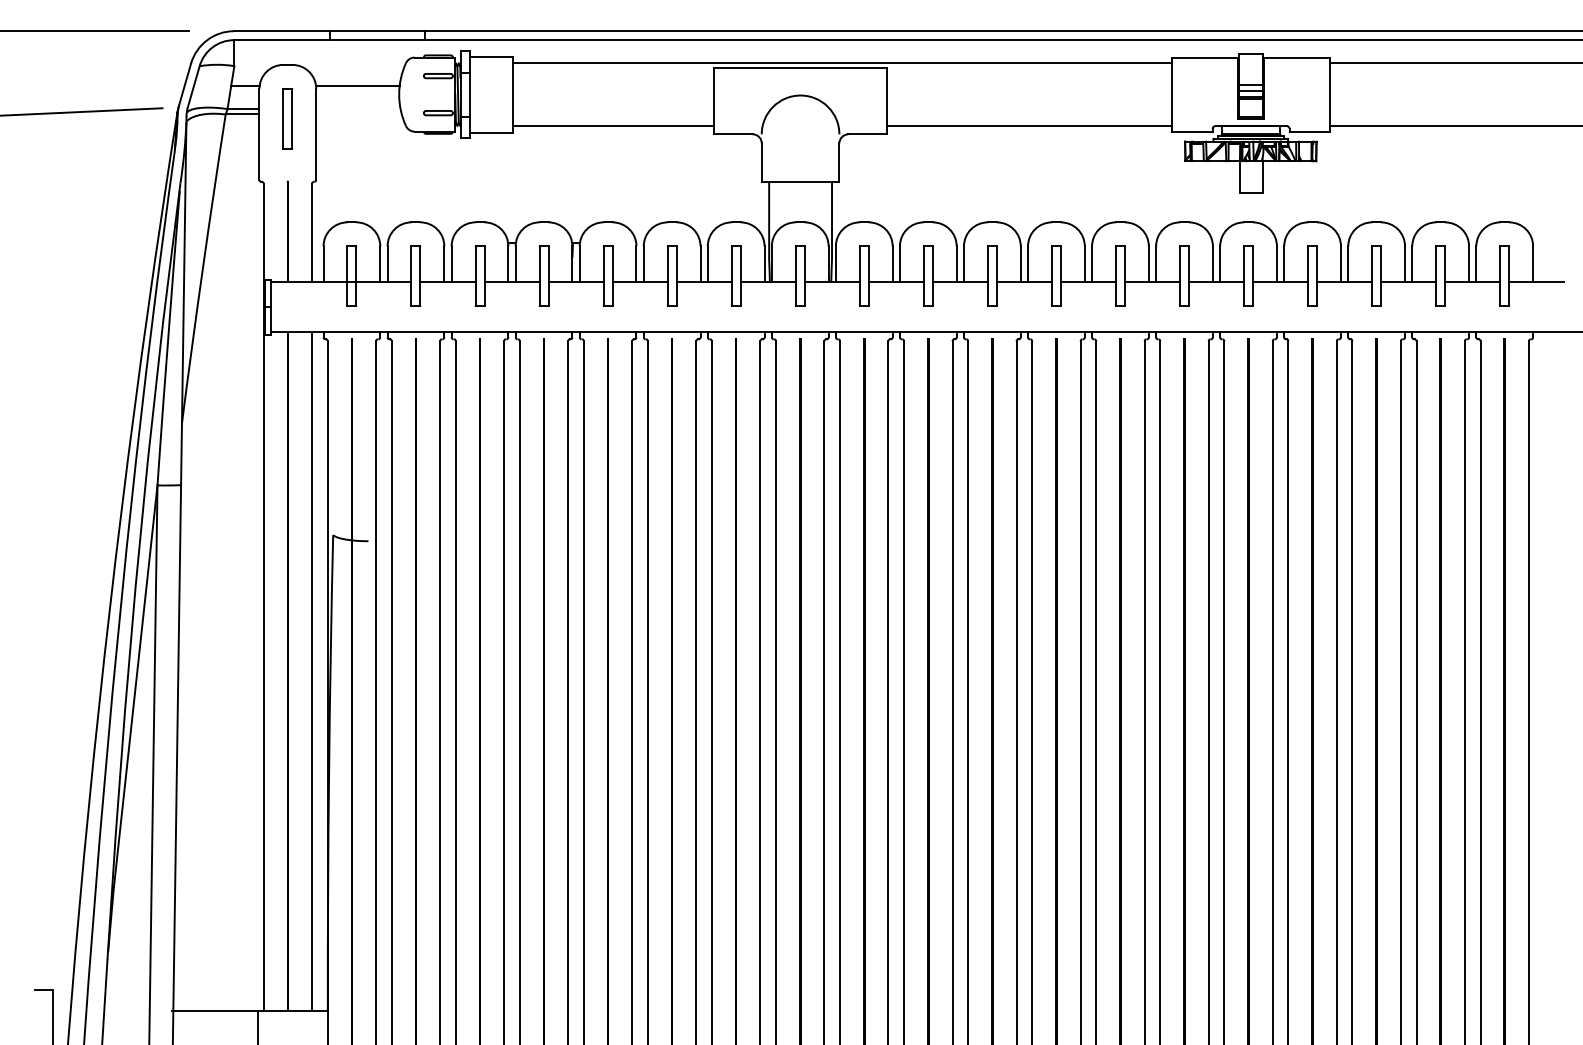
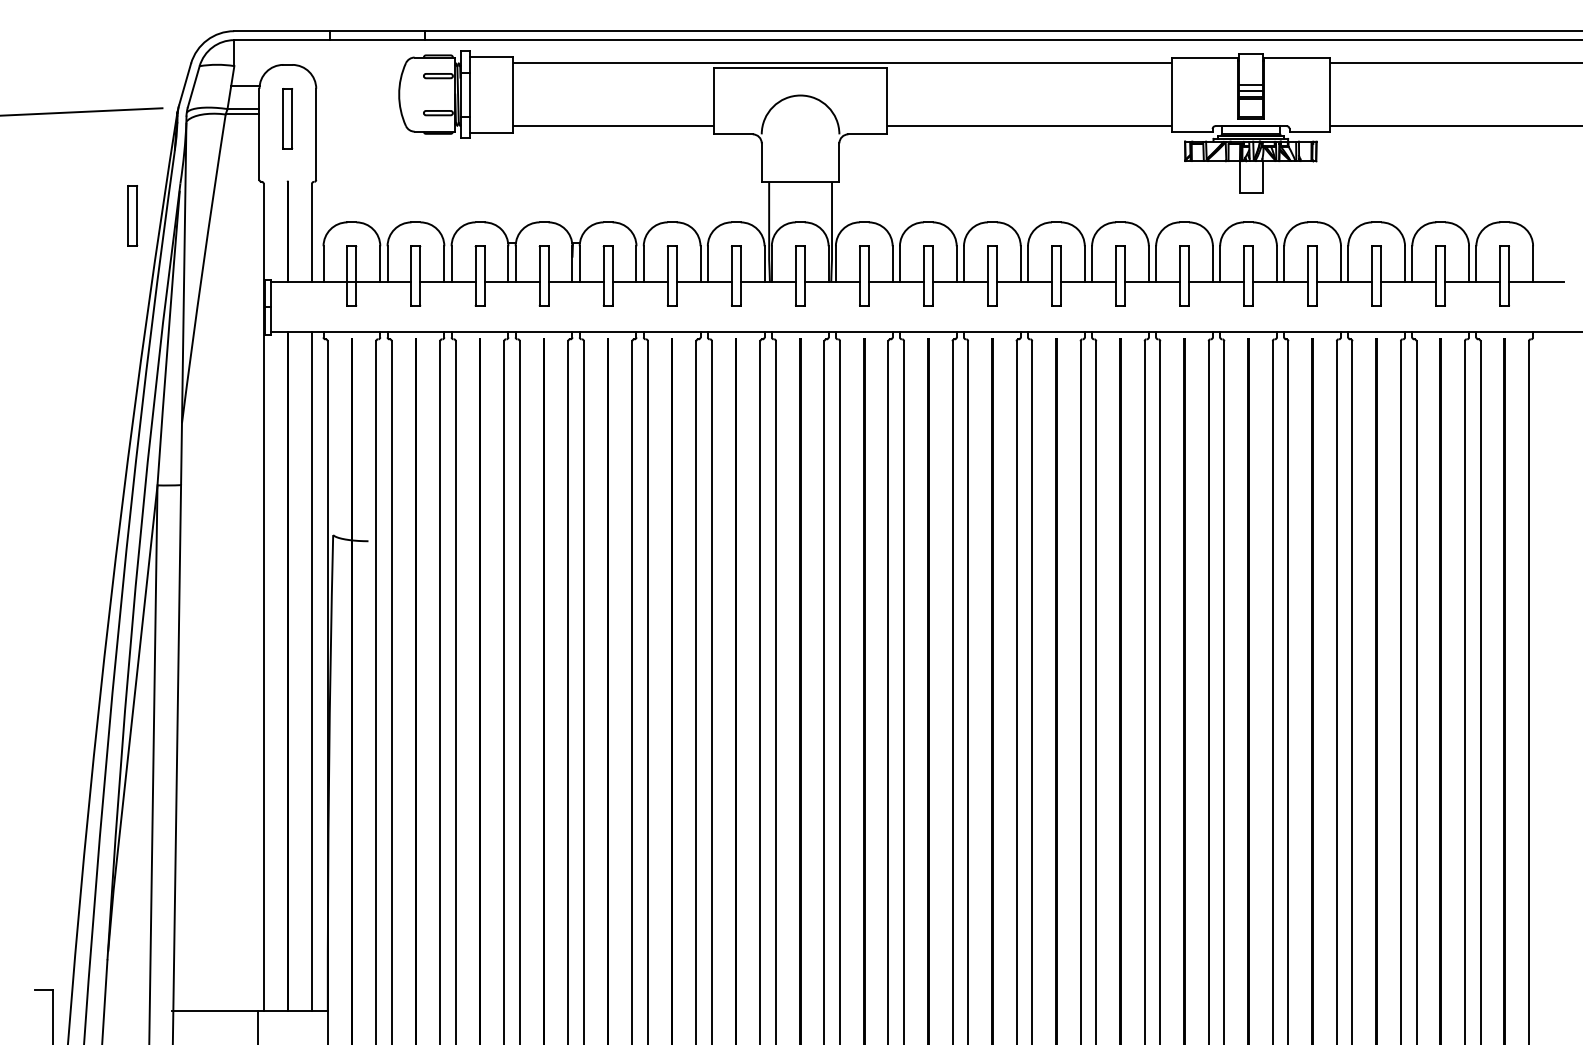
line at (95, 31): present -> none
line at (357, 86): present -> none
part at (132, 215): none -> present
